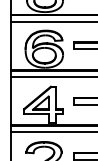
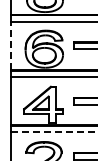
line at (10, 45): solid -> dashed
line at (54, 132): solid -> dashed
